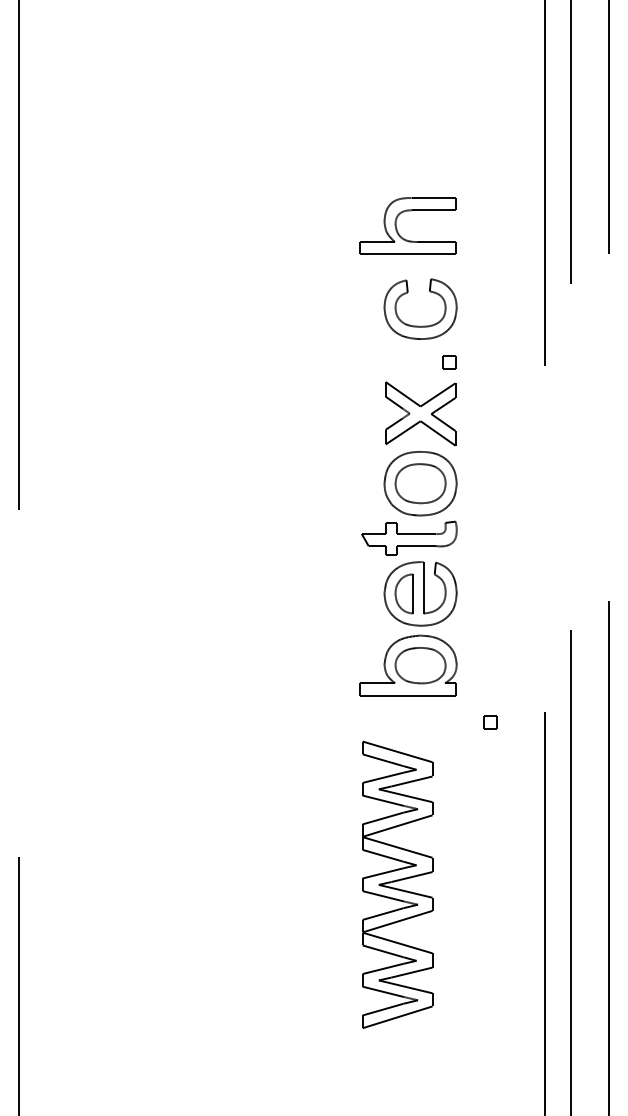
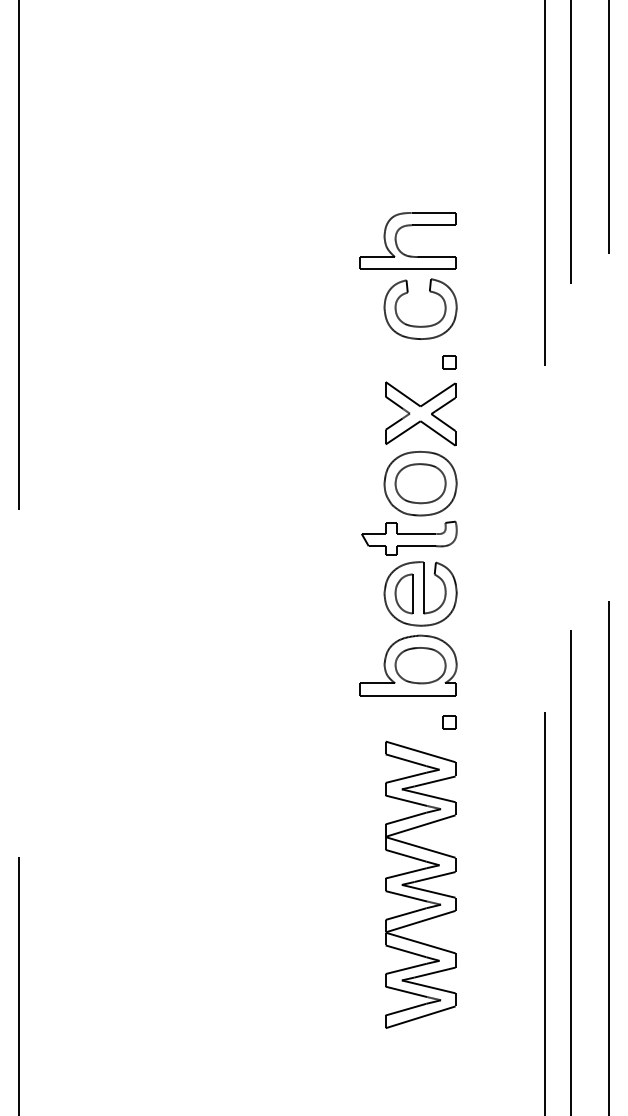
part at (397, 228) position: (397, 228) -> (397, 243)
part at (490, 722) position: (490, 722) -> (449, 722)
part at (397, 884) position: (397, 884) -> (420, 884)
